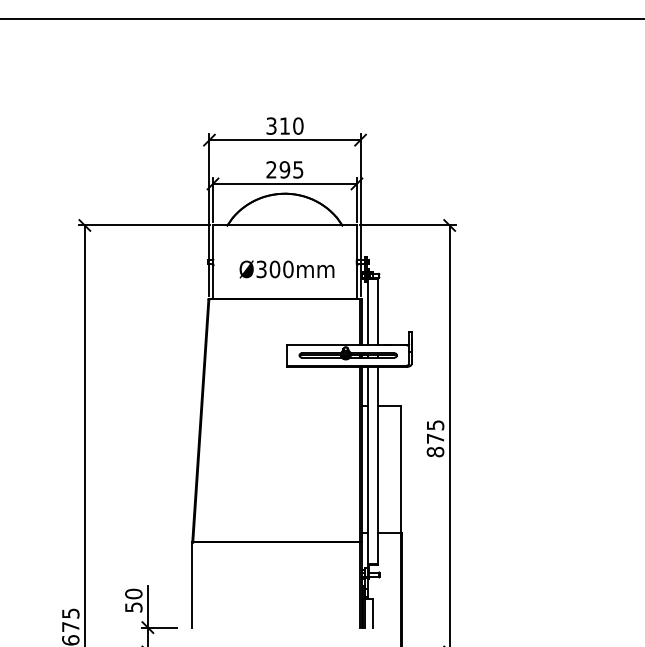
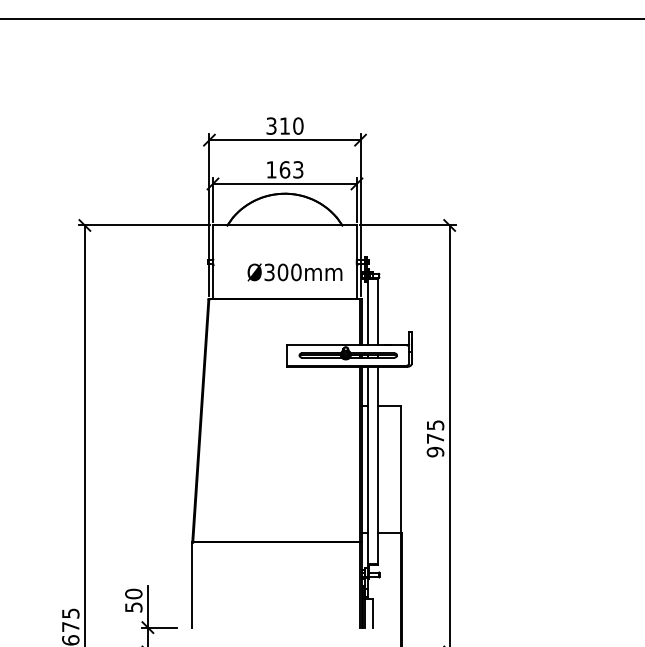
text at (284, 169): 295 -> 163
text at (286, 269) position: (286, 269) -> (294, 272)
text at (435, 451): 875 -> 975
